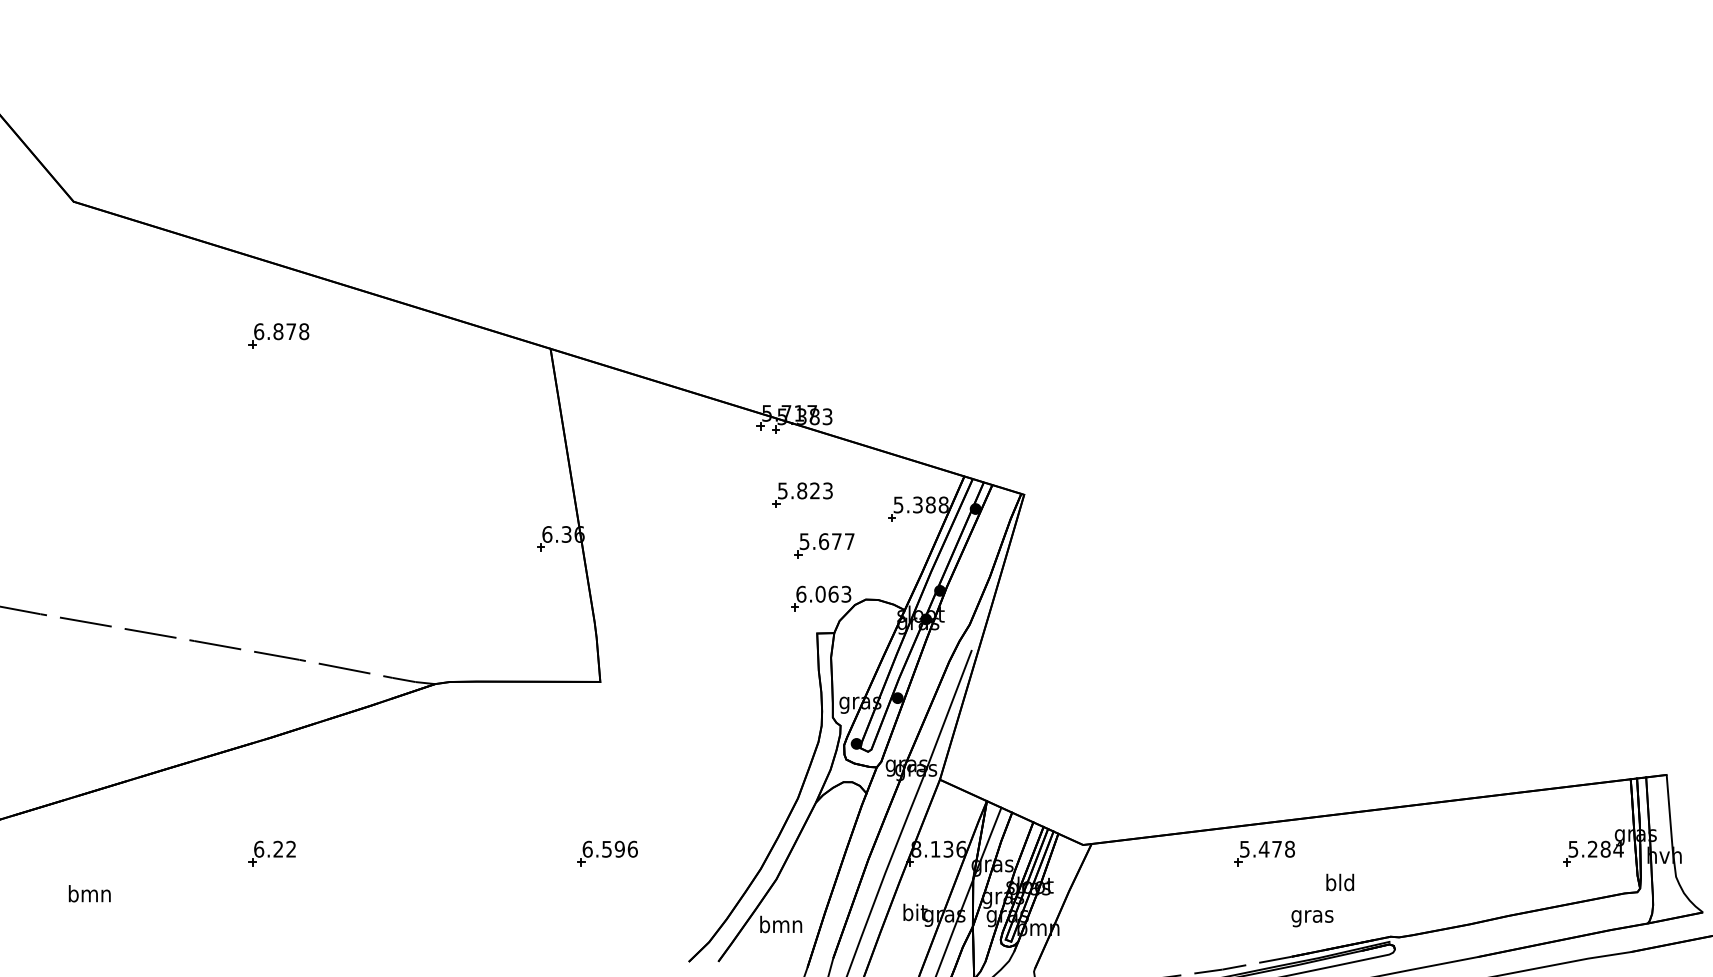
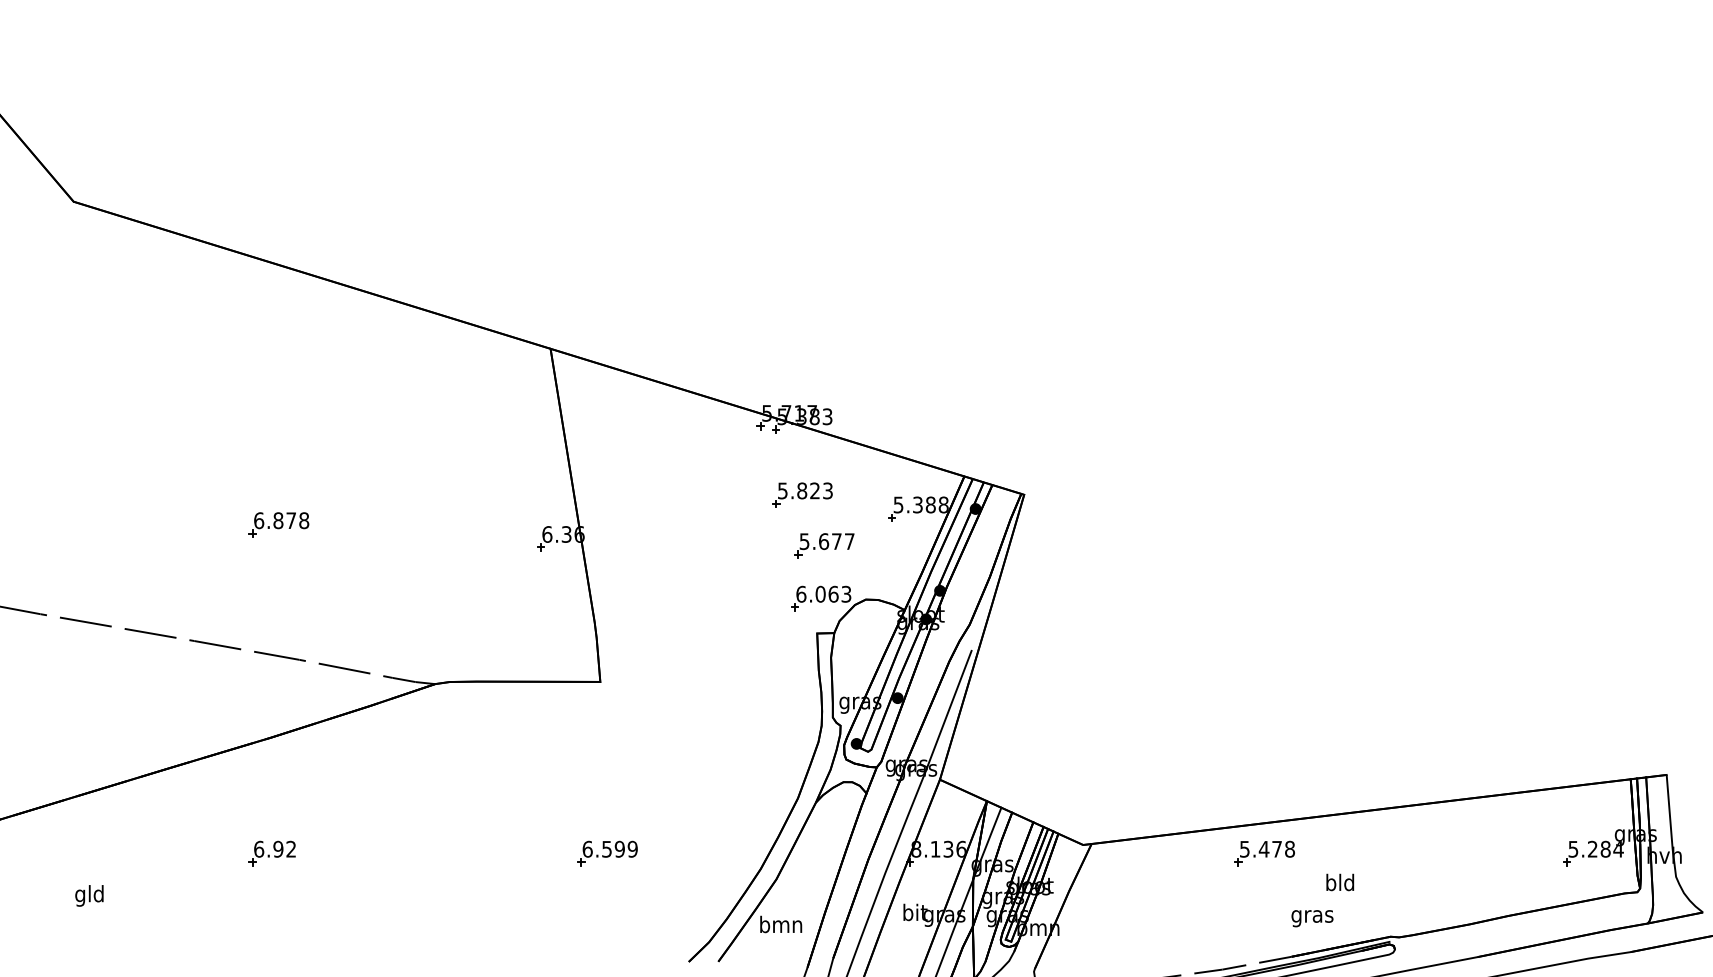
part at (278, 335) position: (278, 335) -> (278, 524)
text at (632, 848): 6.596 -> 6.599
text at (278, 849): 6.22 -> 6.92
text at (89, 895): bmn -> gld
